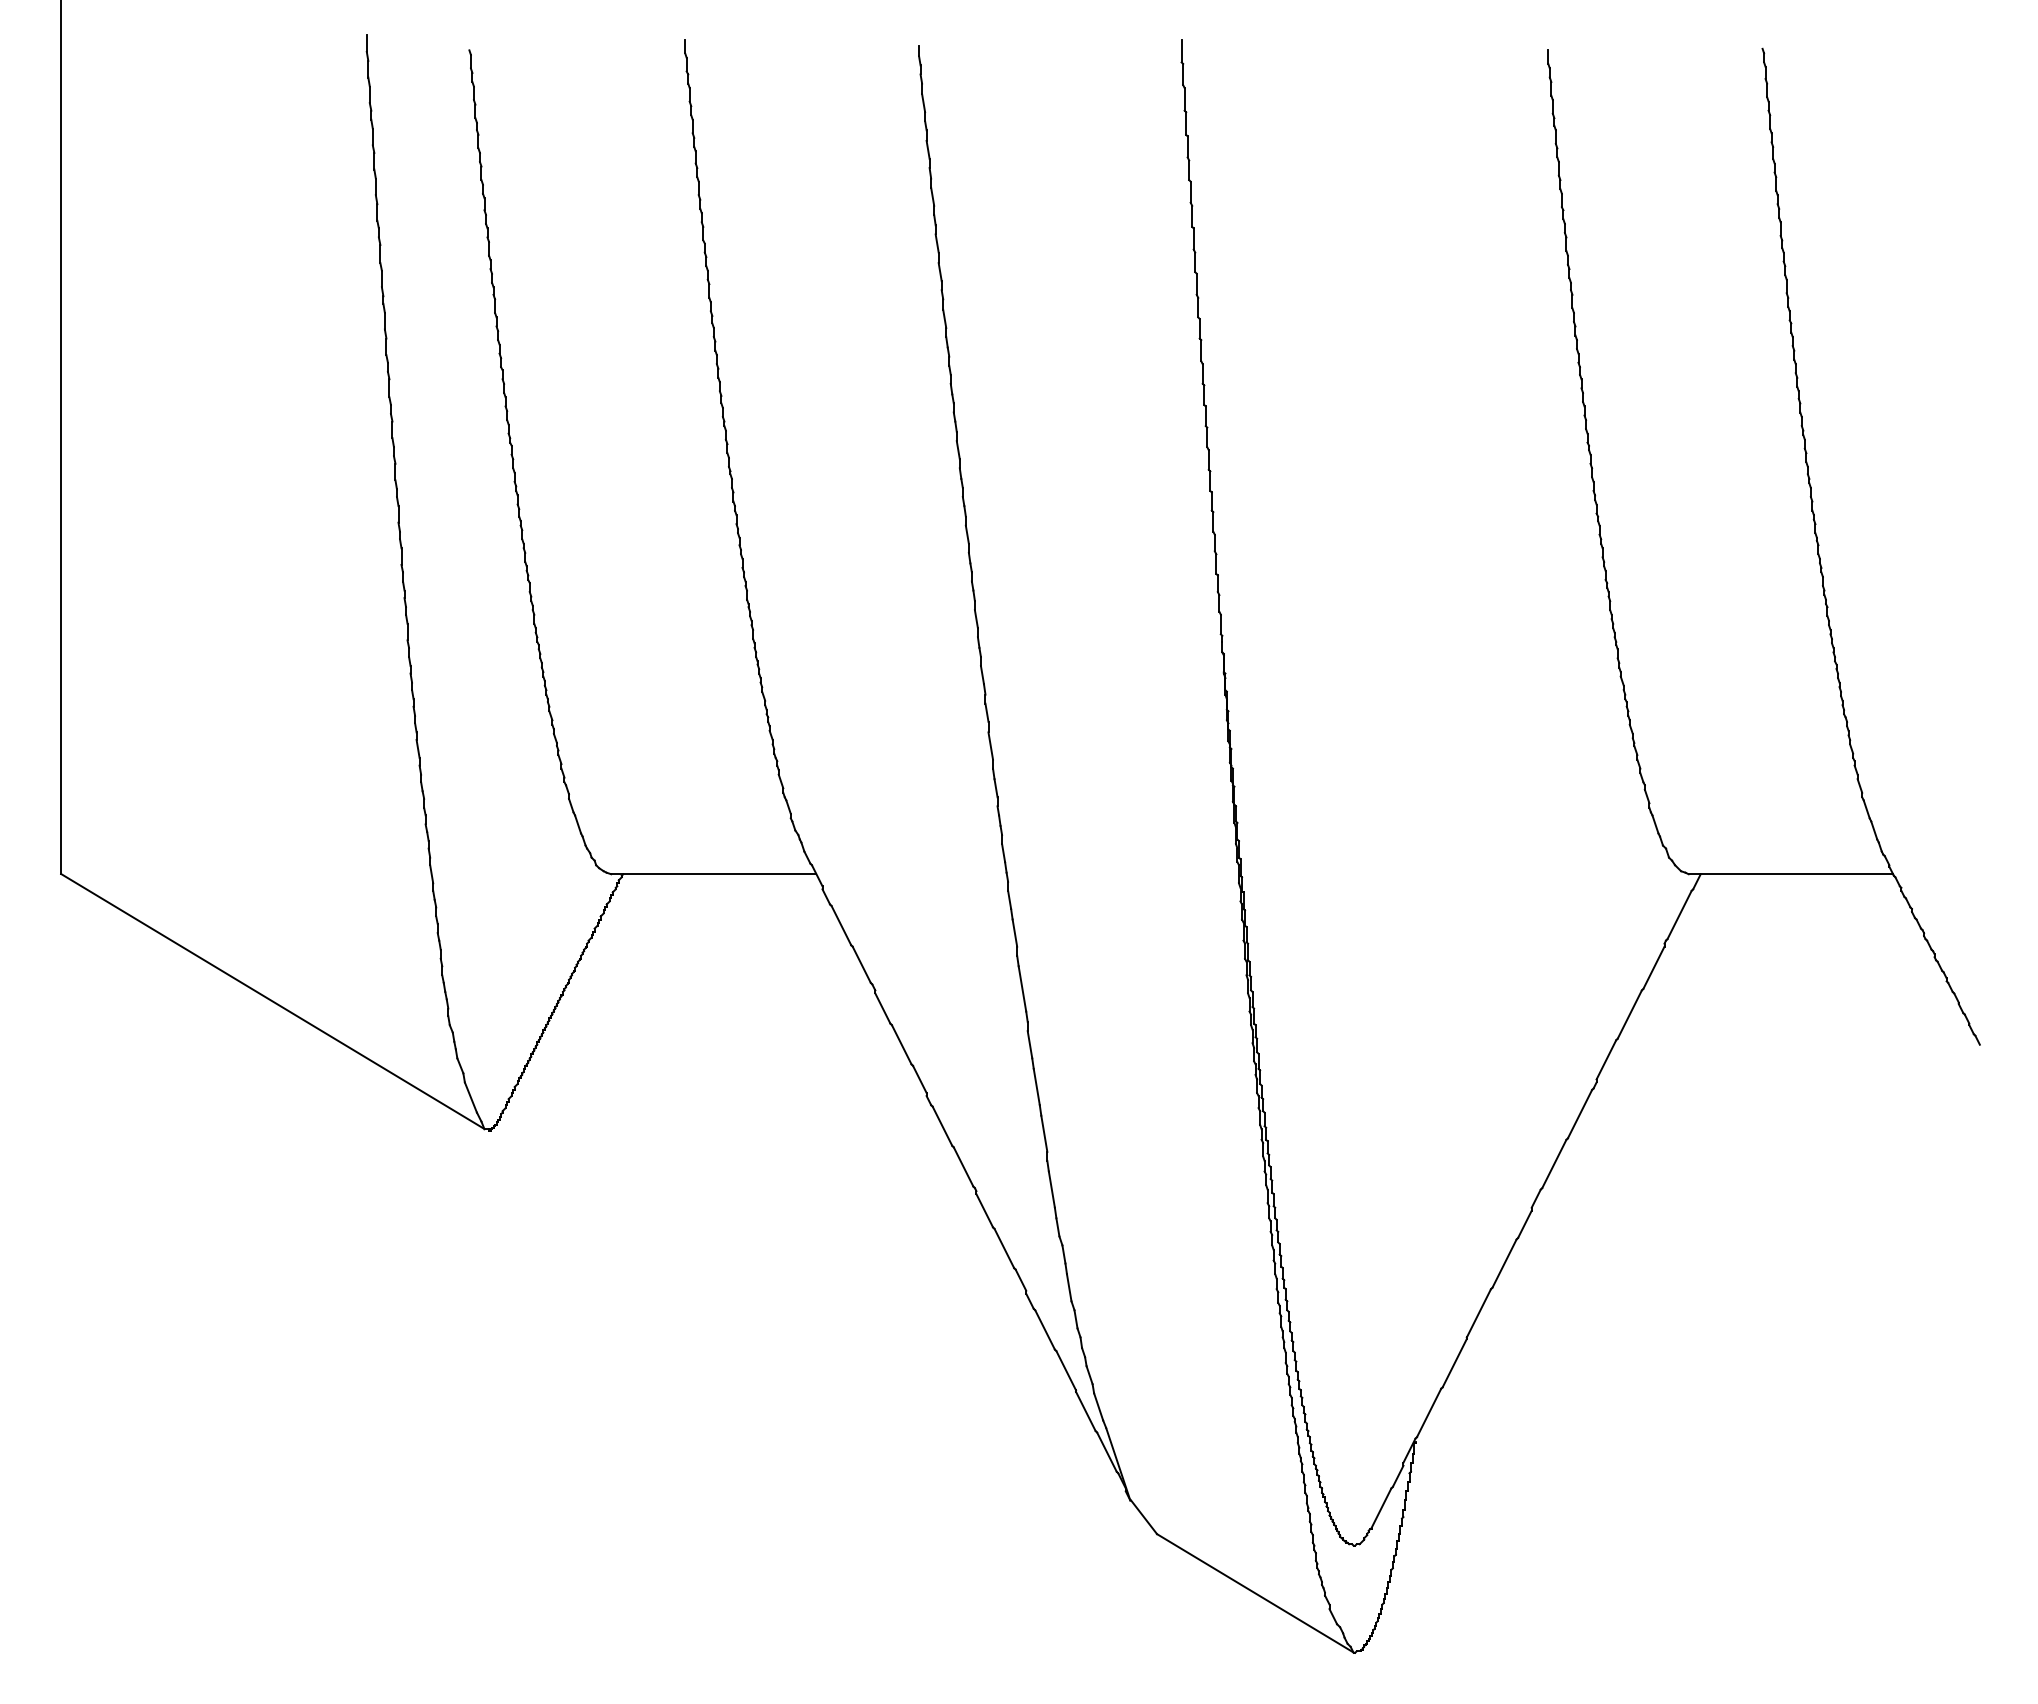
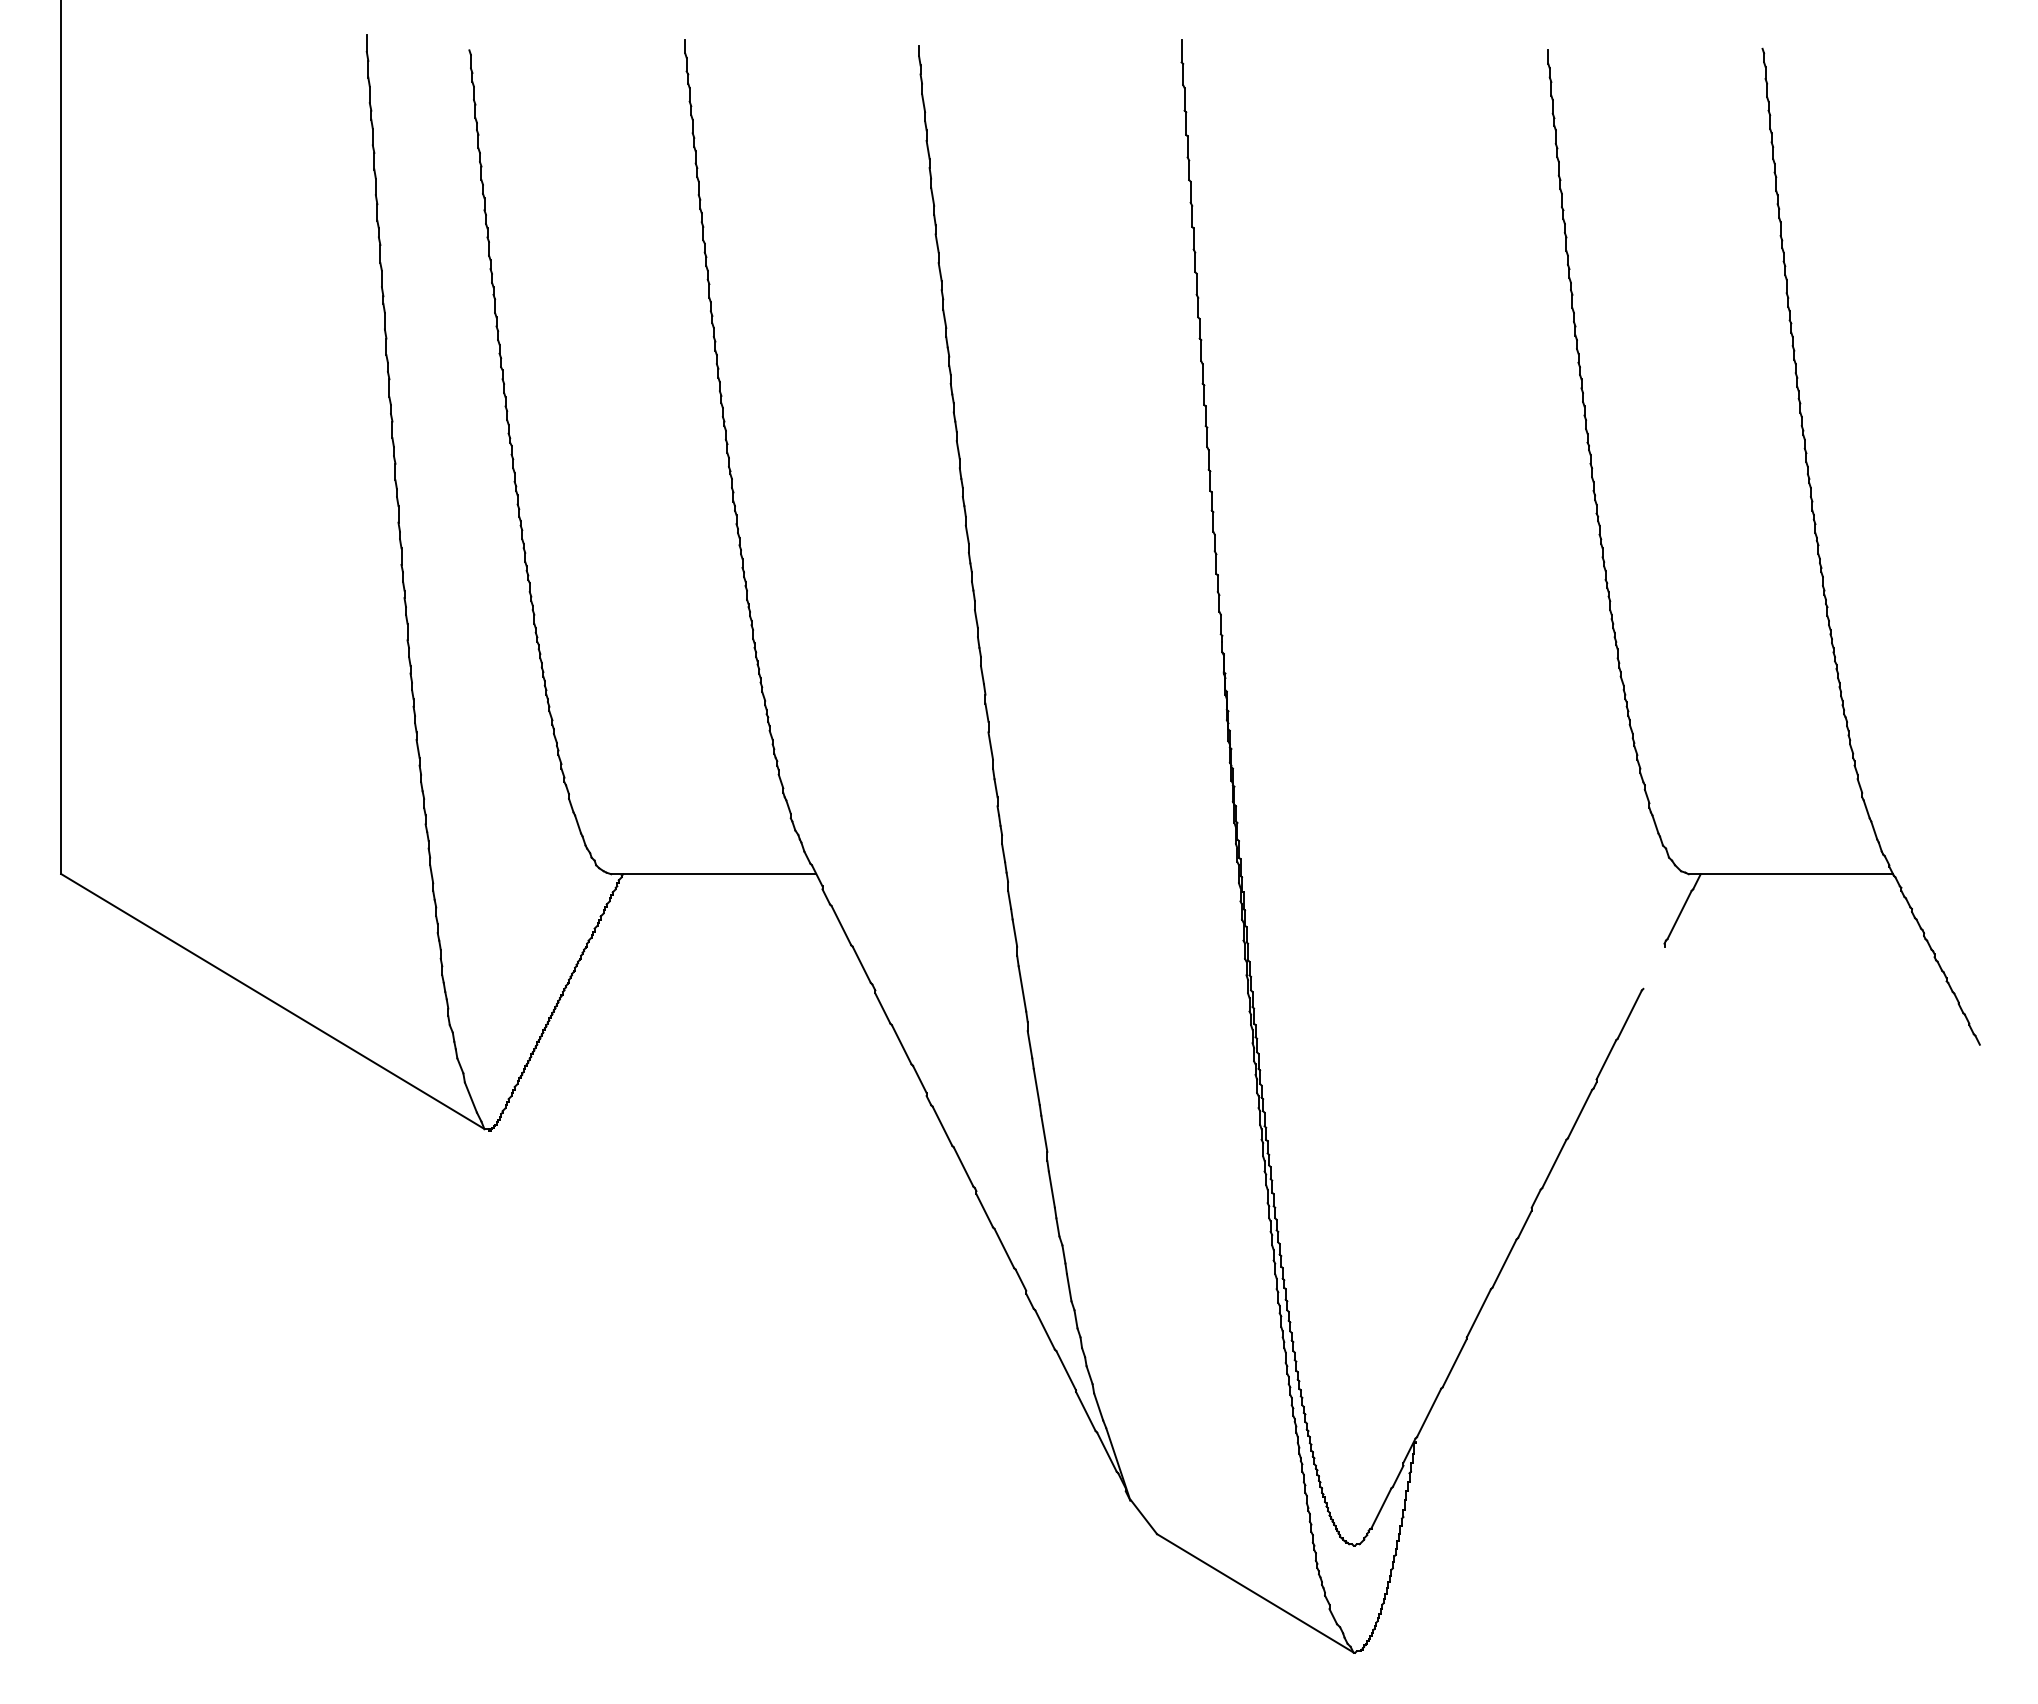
line at (1653, 967): present -> none
